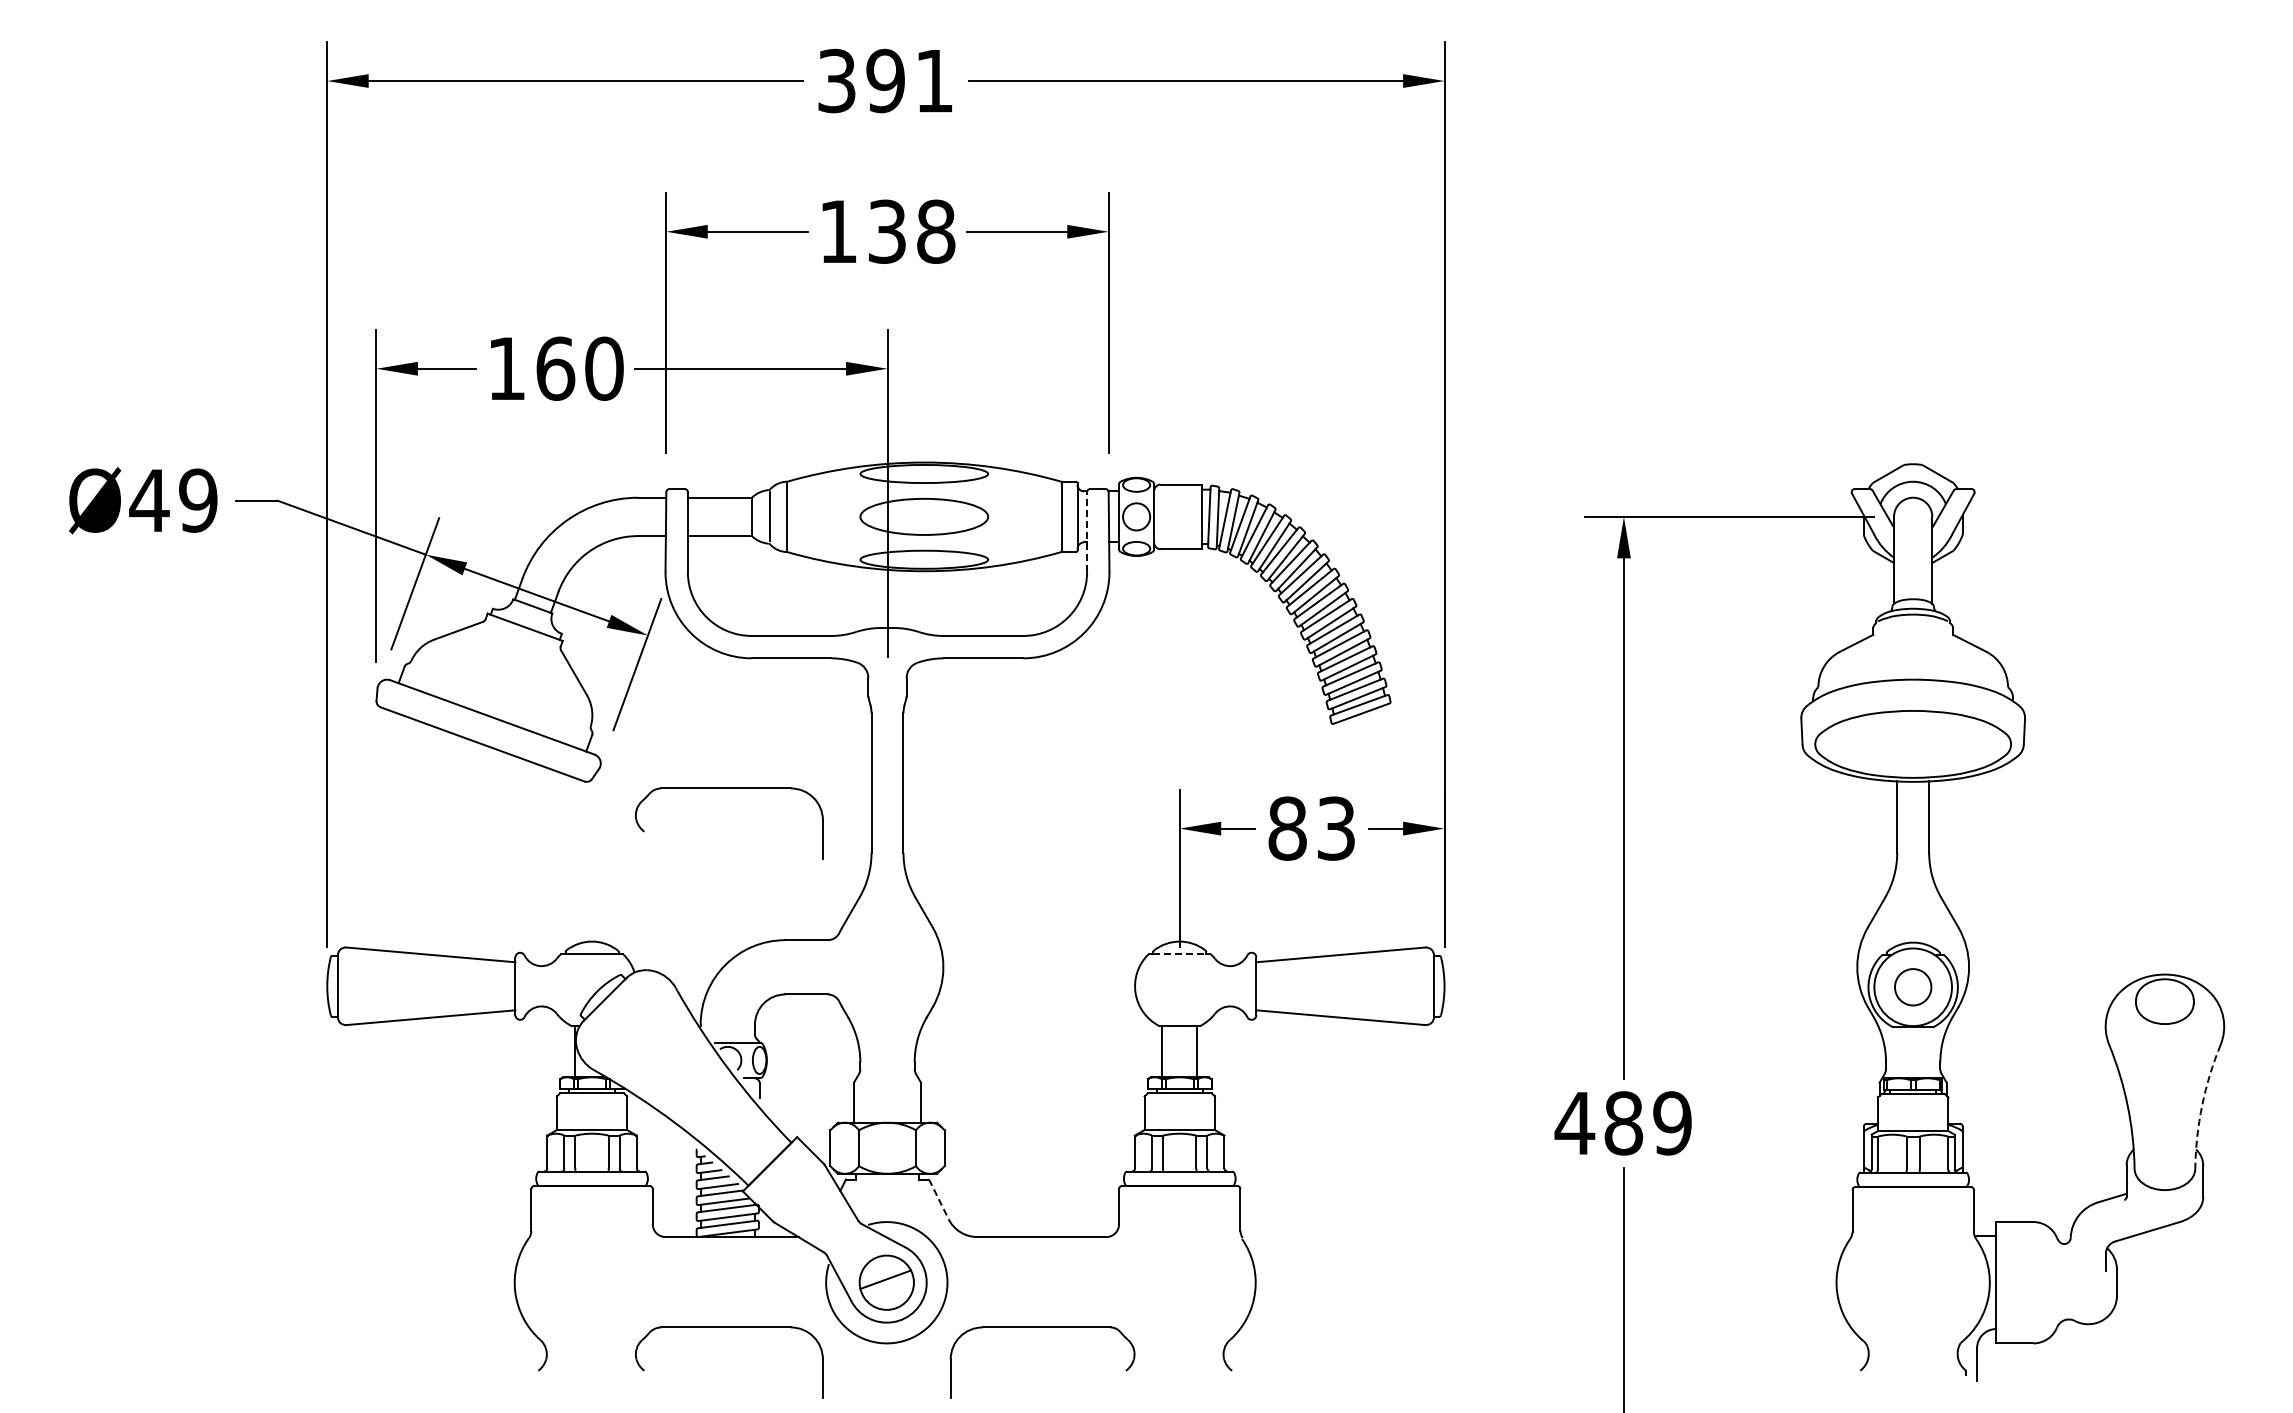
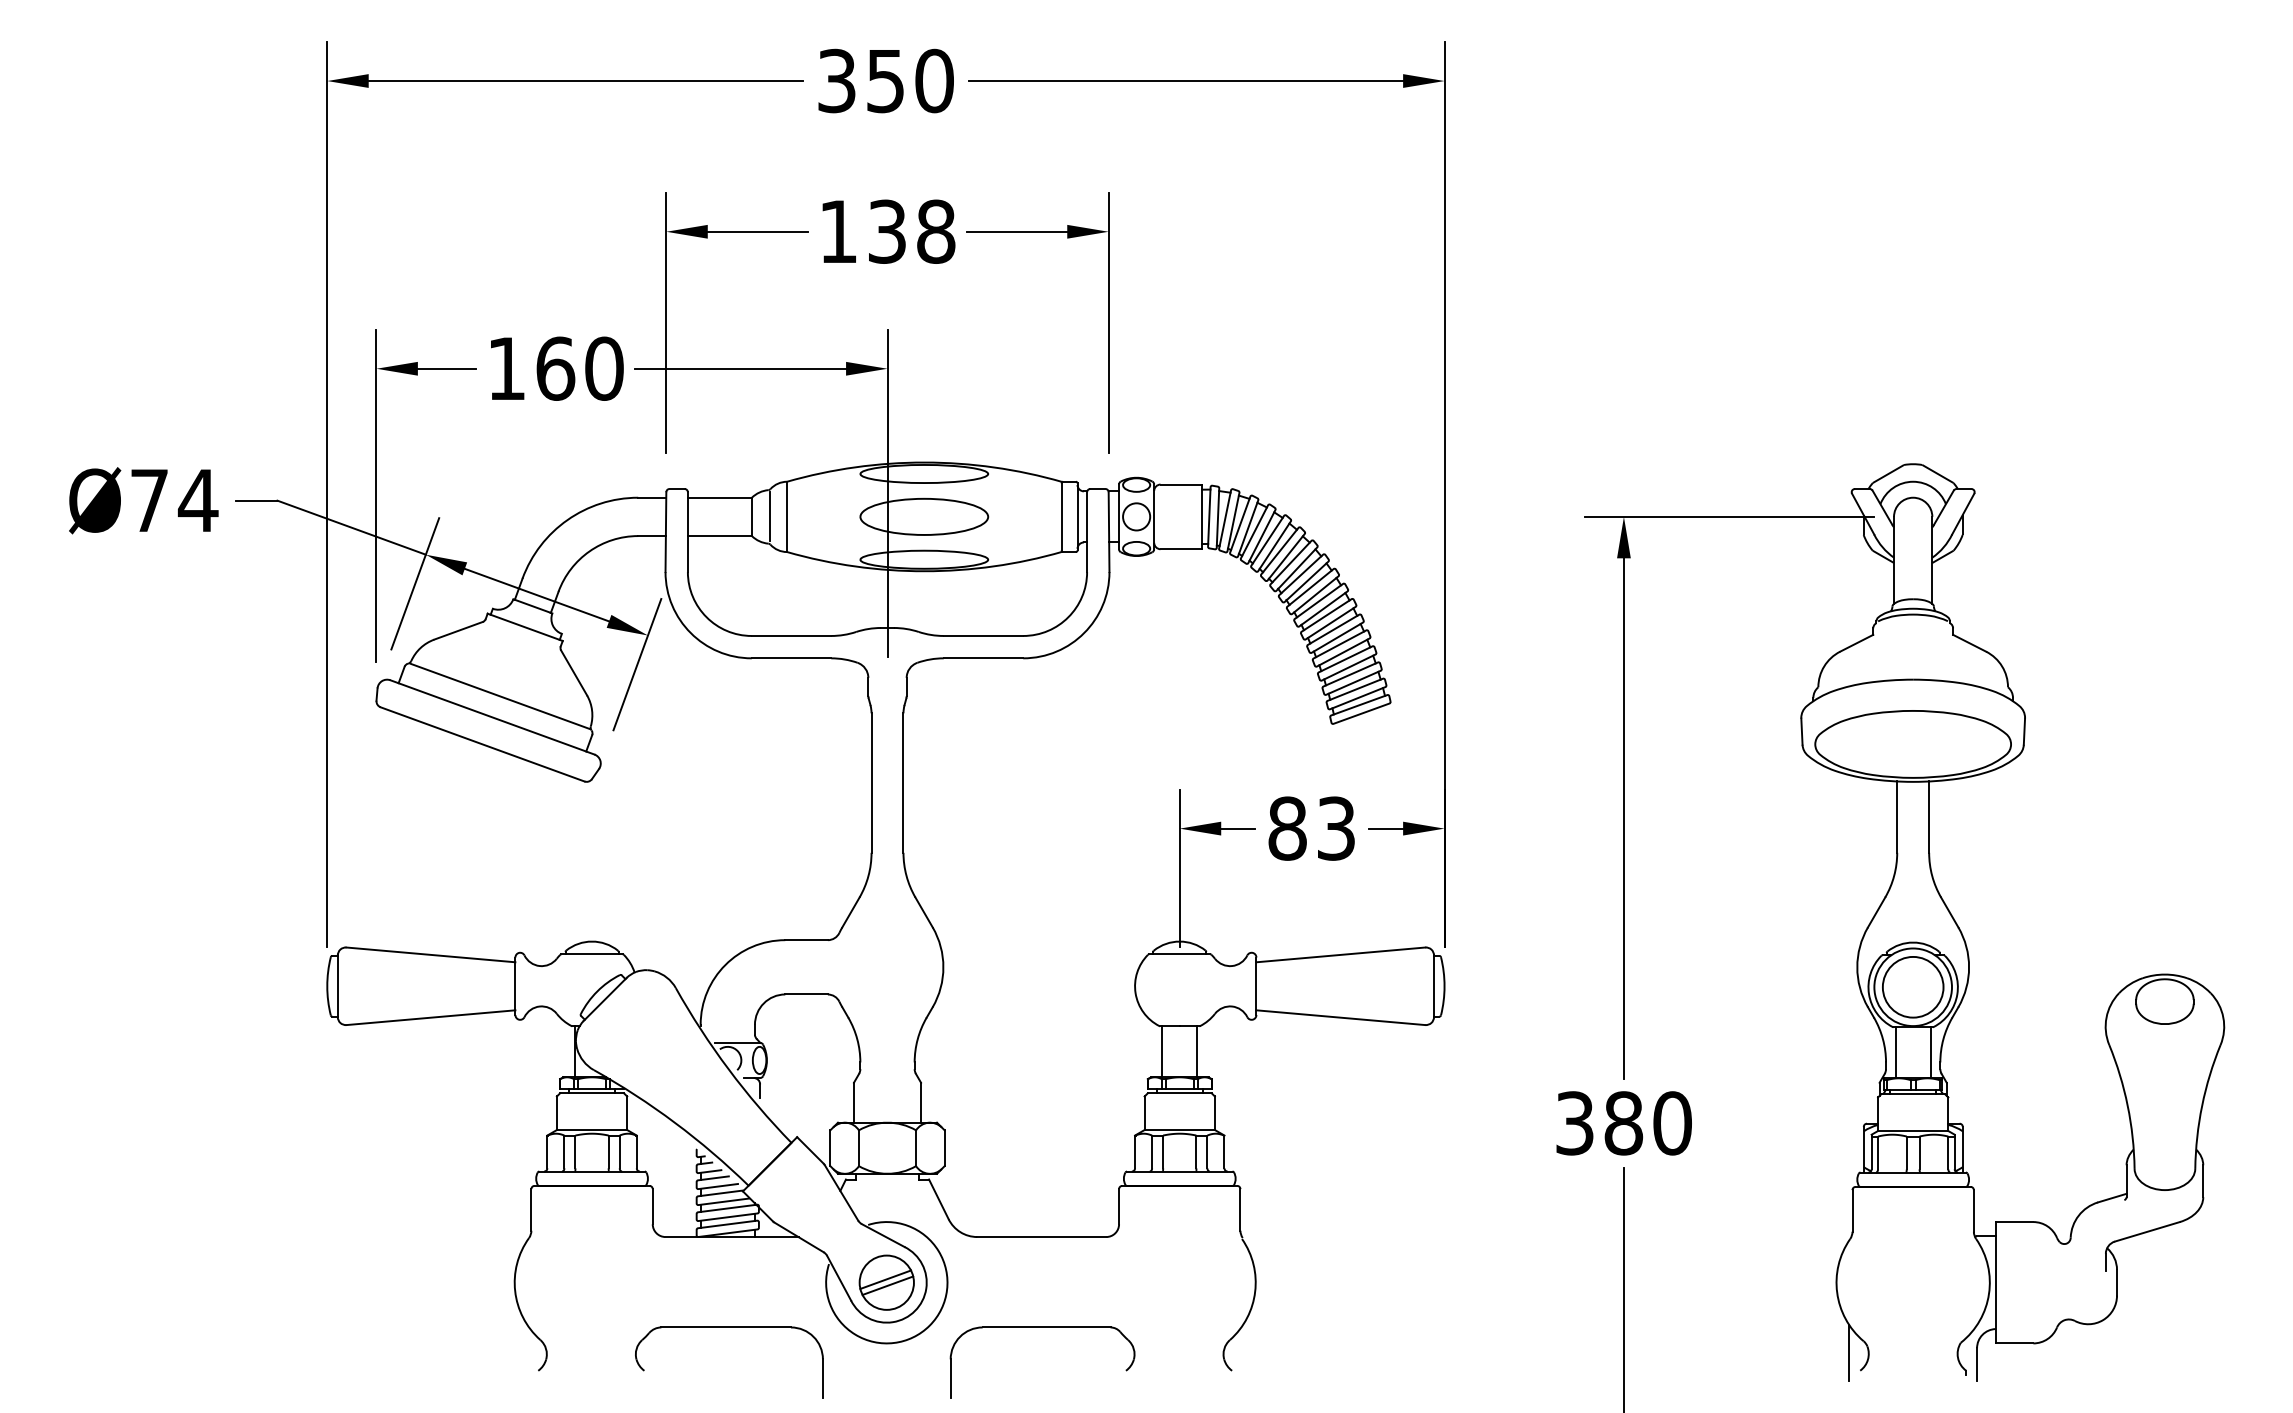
text at (909, 80): 391 -> 350
text at (173, 500): Ø49 -> Ø74
line at (1087, 532): dashed -> solid
line at (499, 695): none -> present
part at (729, 788): present -> none
line at (1179, 954): dashed -> solid
circle at (1912, 987) diameter: 36 px -> 61 px
line at (1895, 1052): none -> present
line at (1930, 1052): none -> present
arc at (2202, 1105): dashed -> solid
text at (1622, 1123): 489 -> 380
line at (939, 1199): dashed -> solid
line at (887, 1285): none -> present
line at (1849, 1353): none -> present
